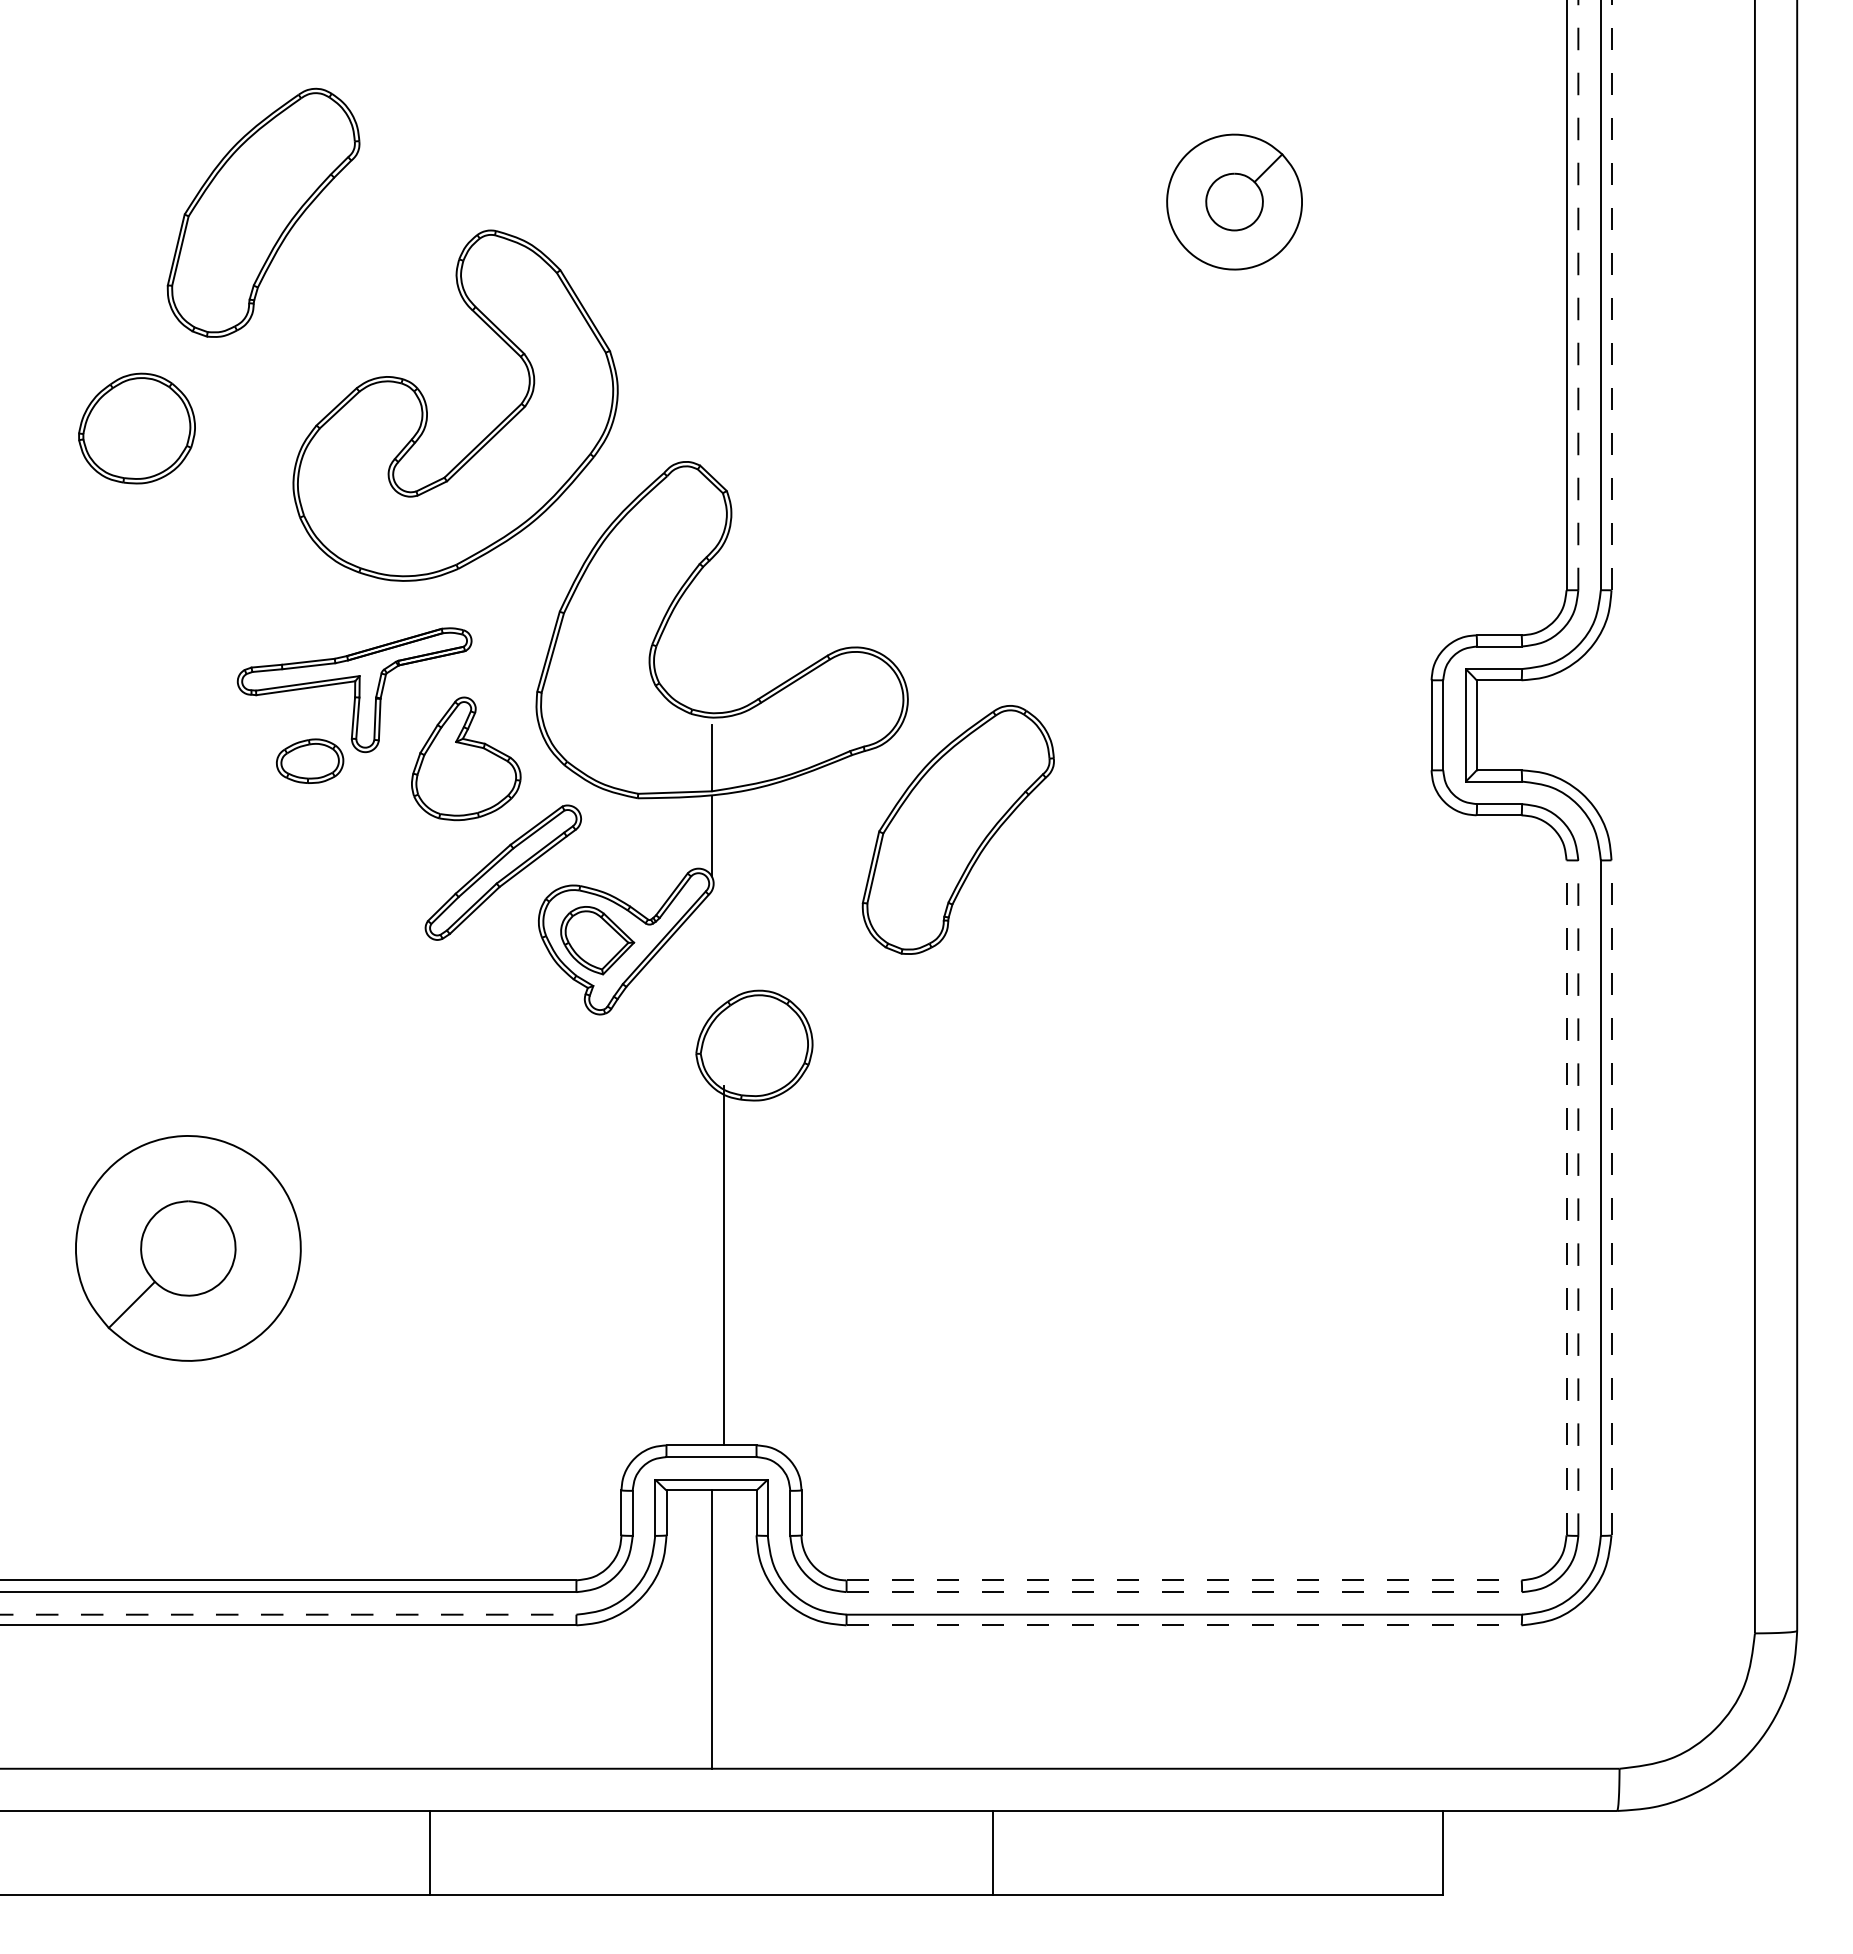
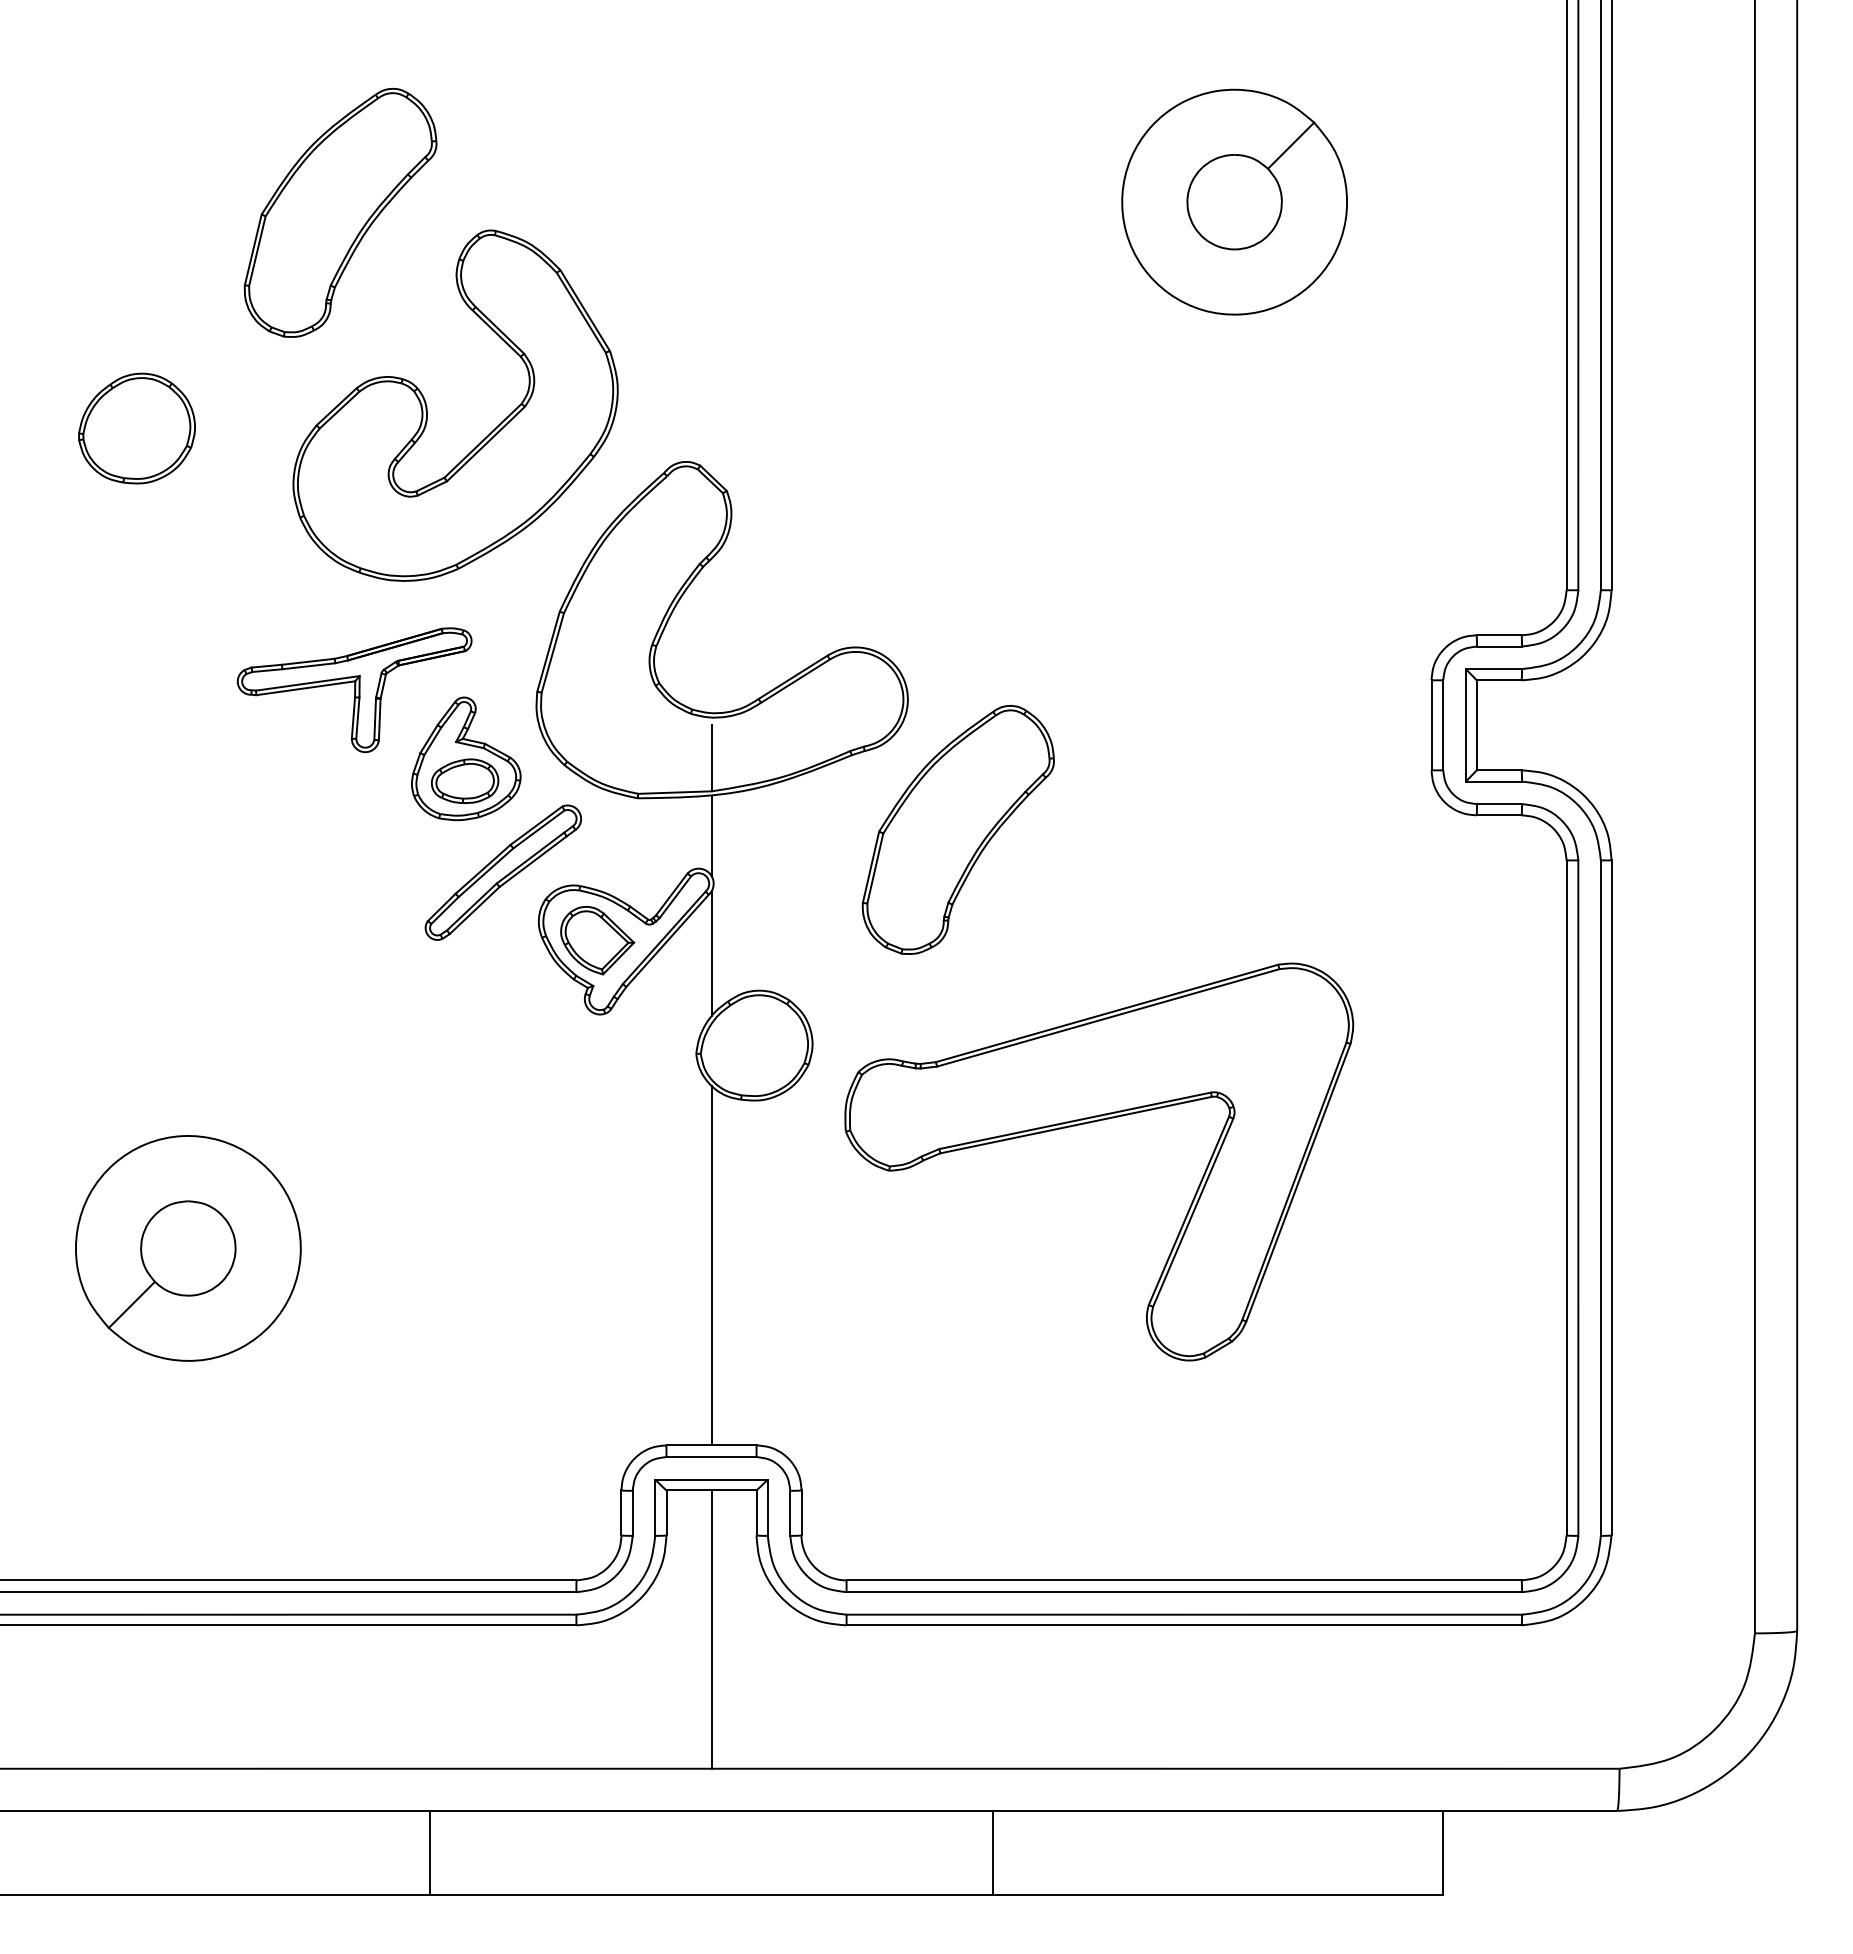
part at (1234, 201) size: 137x138 px -> 227x228 px
part at (263, 212) position: (263, 212) -> (340, 212)
line at (1611, 294): dashed -> solid
line at (1578, 295): dashed -> solid
part at (310, 760) position: (310, 760) -> (465, 780)
line at (711, 953): none -> present
part at (1089, 1123): none -> present
line at (1566, 1197): dashed -> solid
line at (1611, 1197): dashed -> solid
line at (1578, 1198): dashed -> solid
line at (723, 1265) position: (723, 1265) -> (711, 1265)
line at (1184, 1580): dashed -> solid
line at (1184, 1592): dashed -> solid
line at (288, 1614): dashed -> solid
line at (1184, 1625): dashed -> solid
